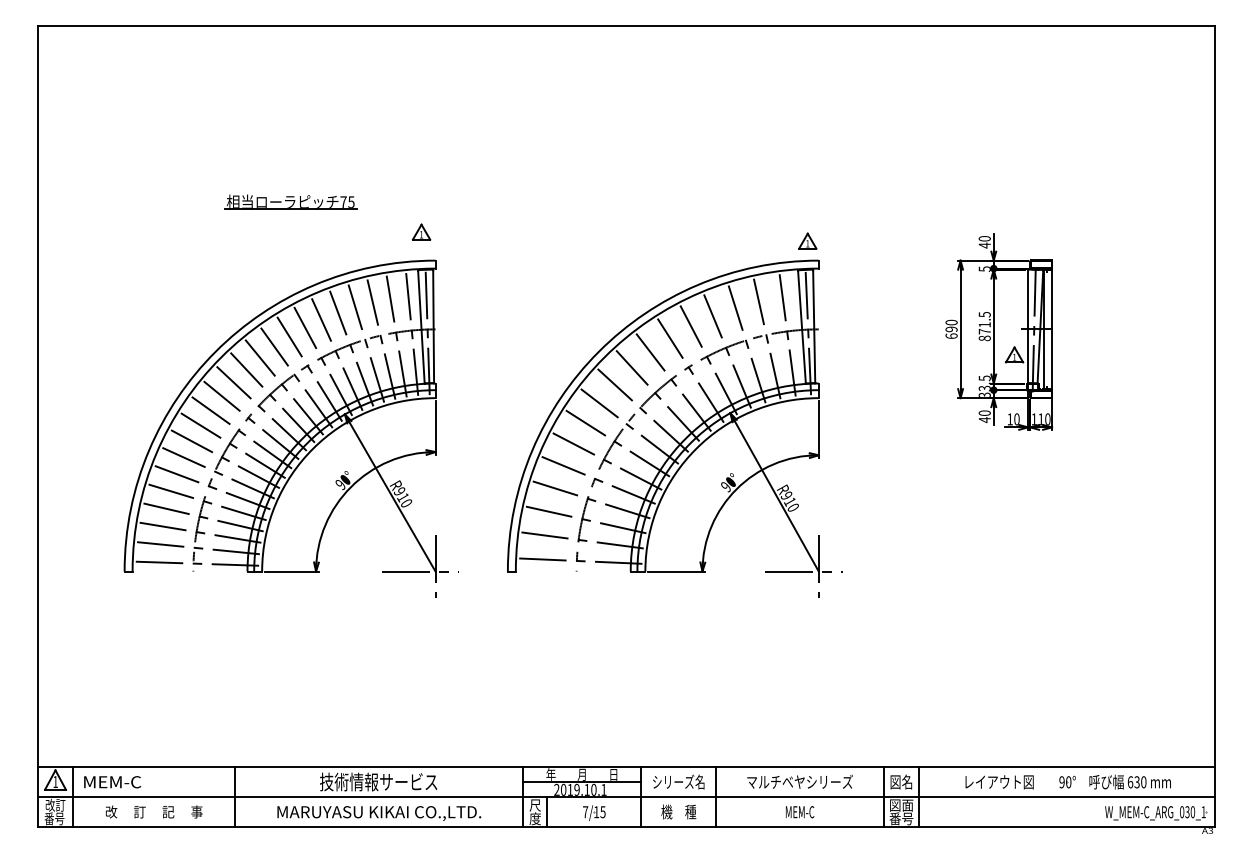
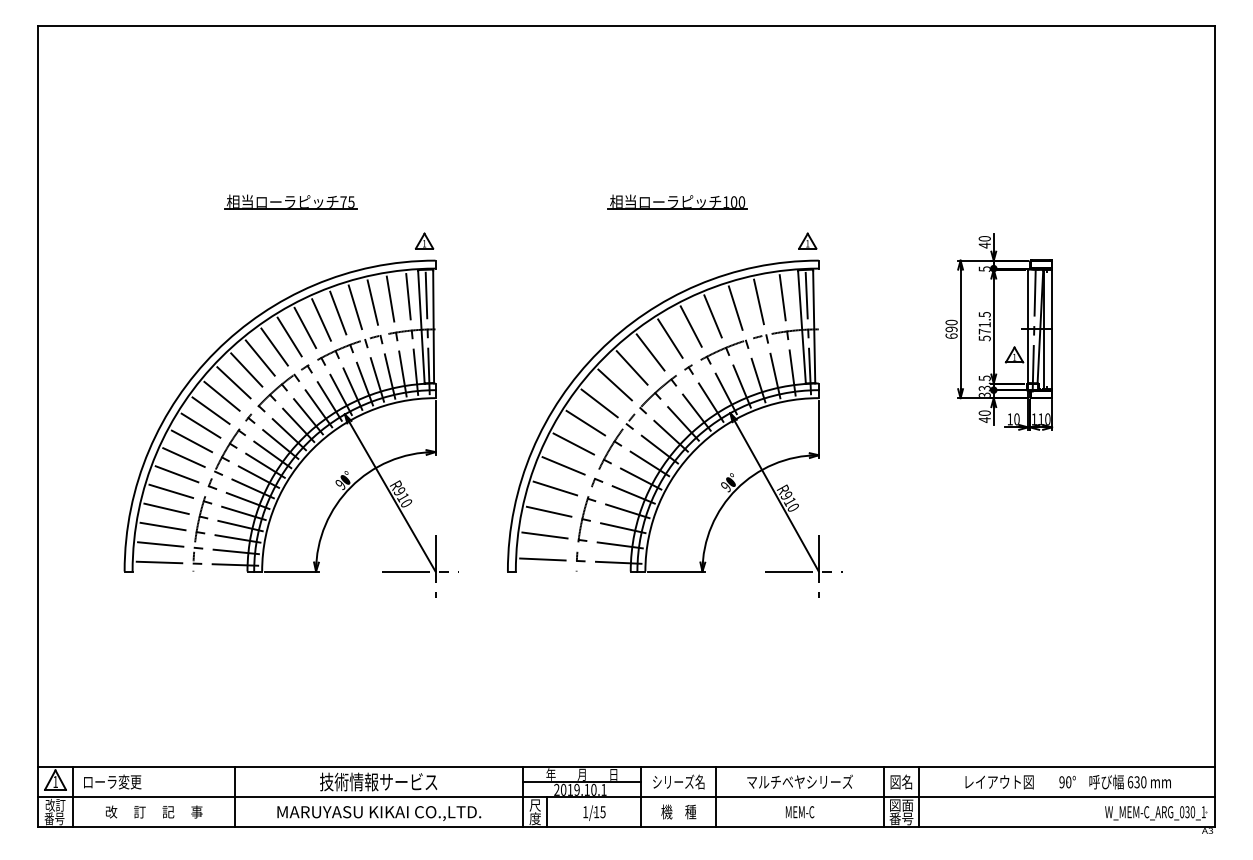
part at (677, 201): none -> present
part at (421, 231) position: (421, 231) -> (424, 240)
text at (984, 338): 871.5 -> 571.5
text at (112, 781): MEM-C -> ローラ変更
text at (585, 812): 7/15 -> 1/15
